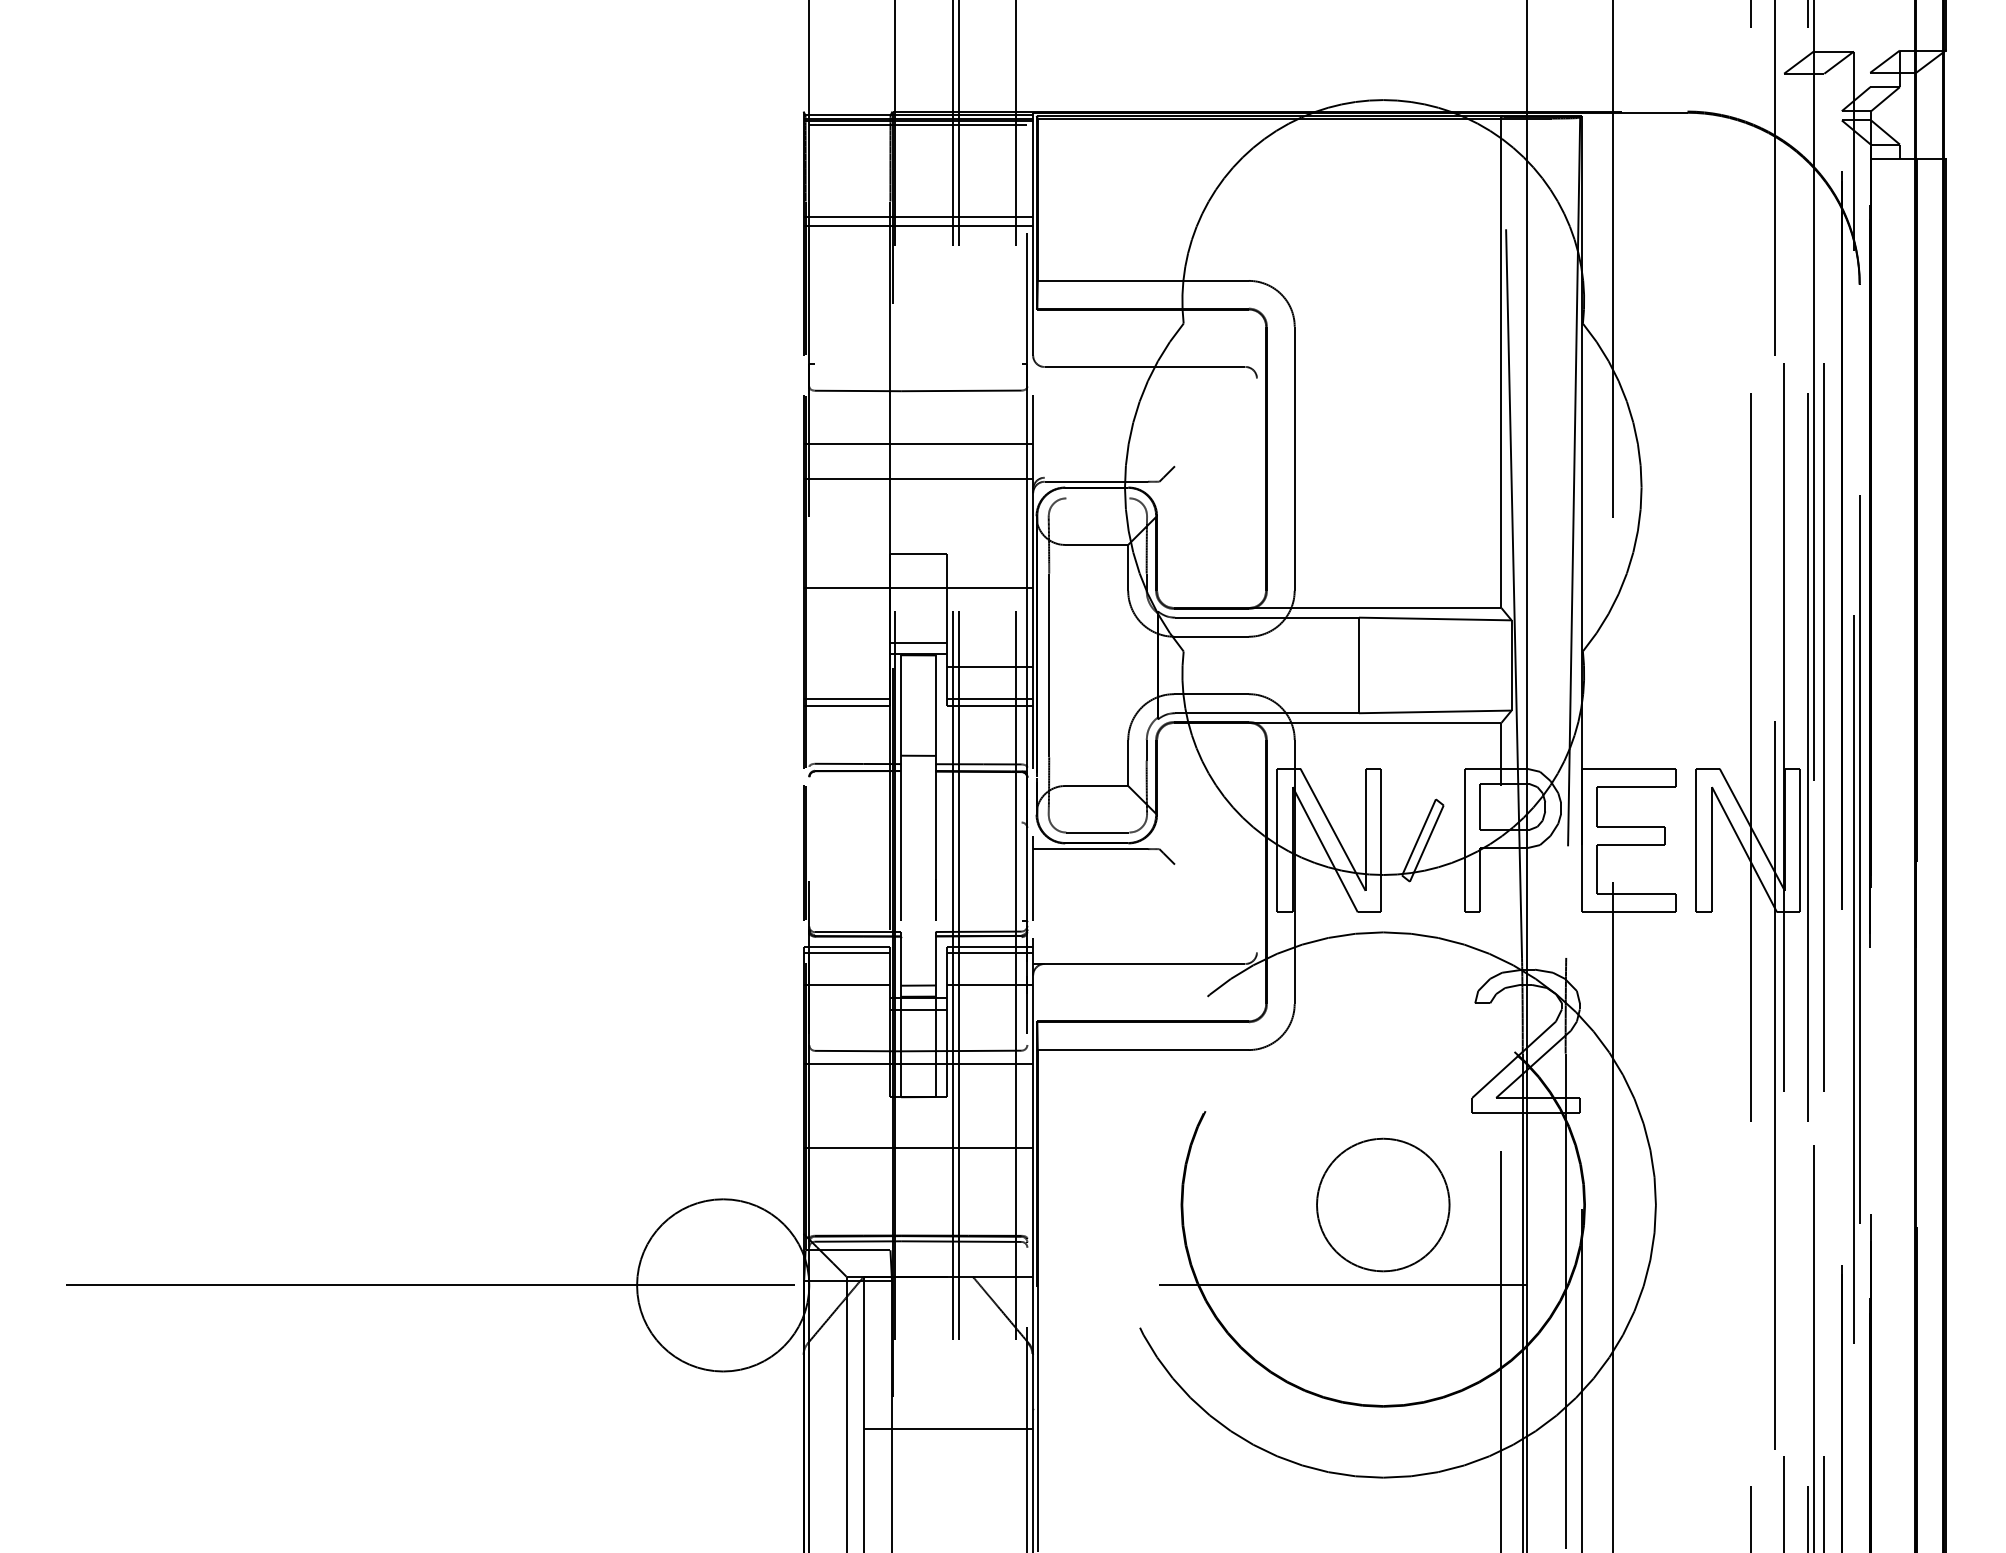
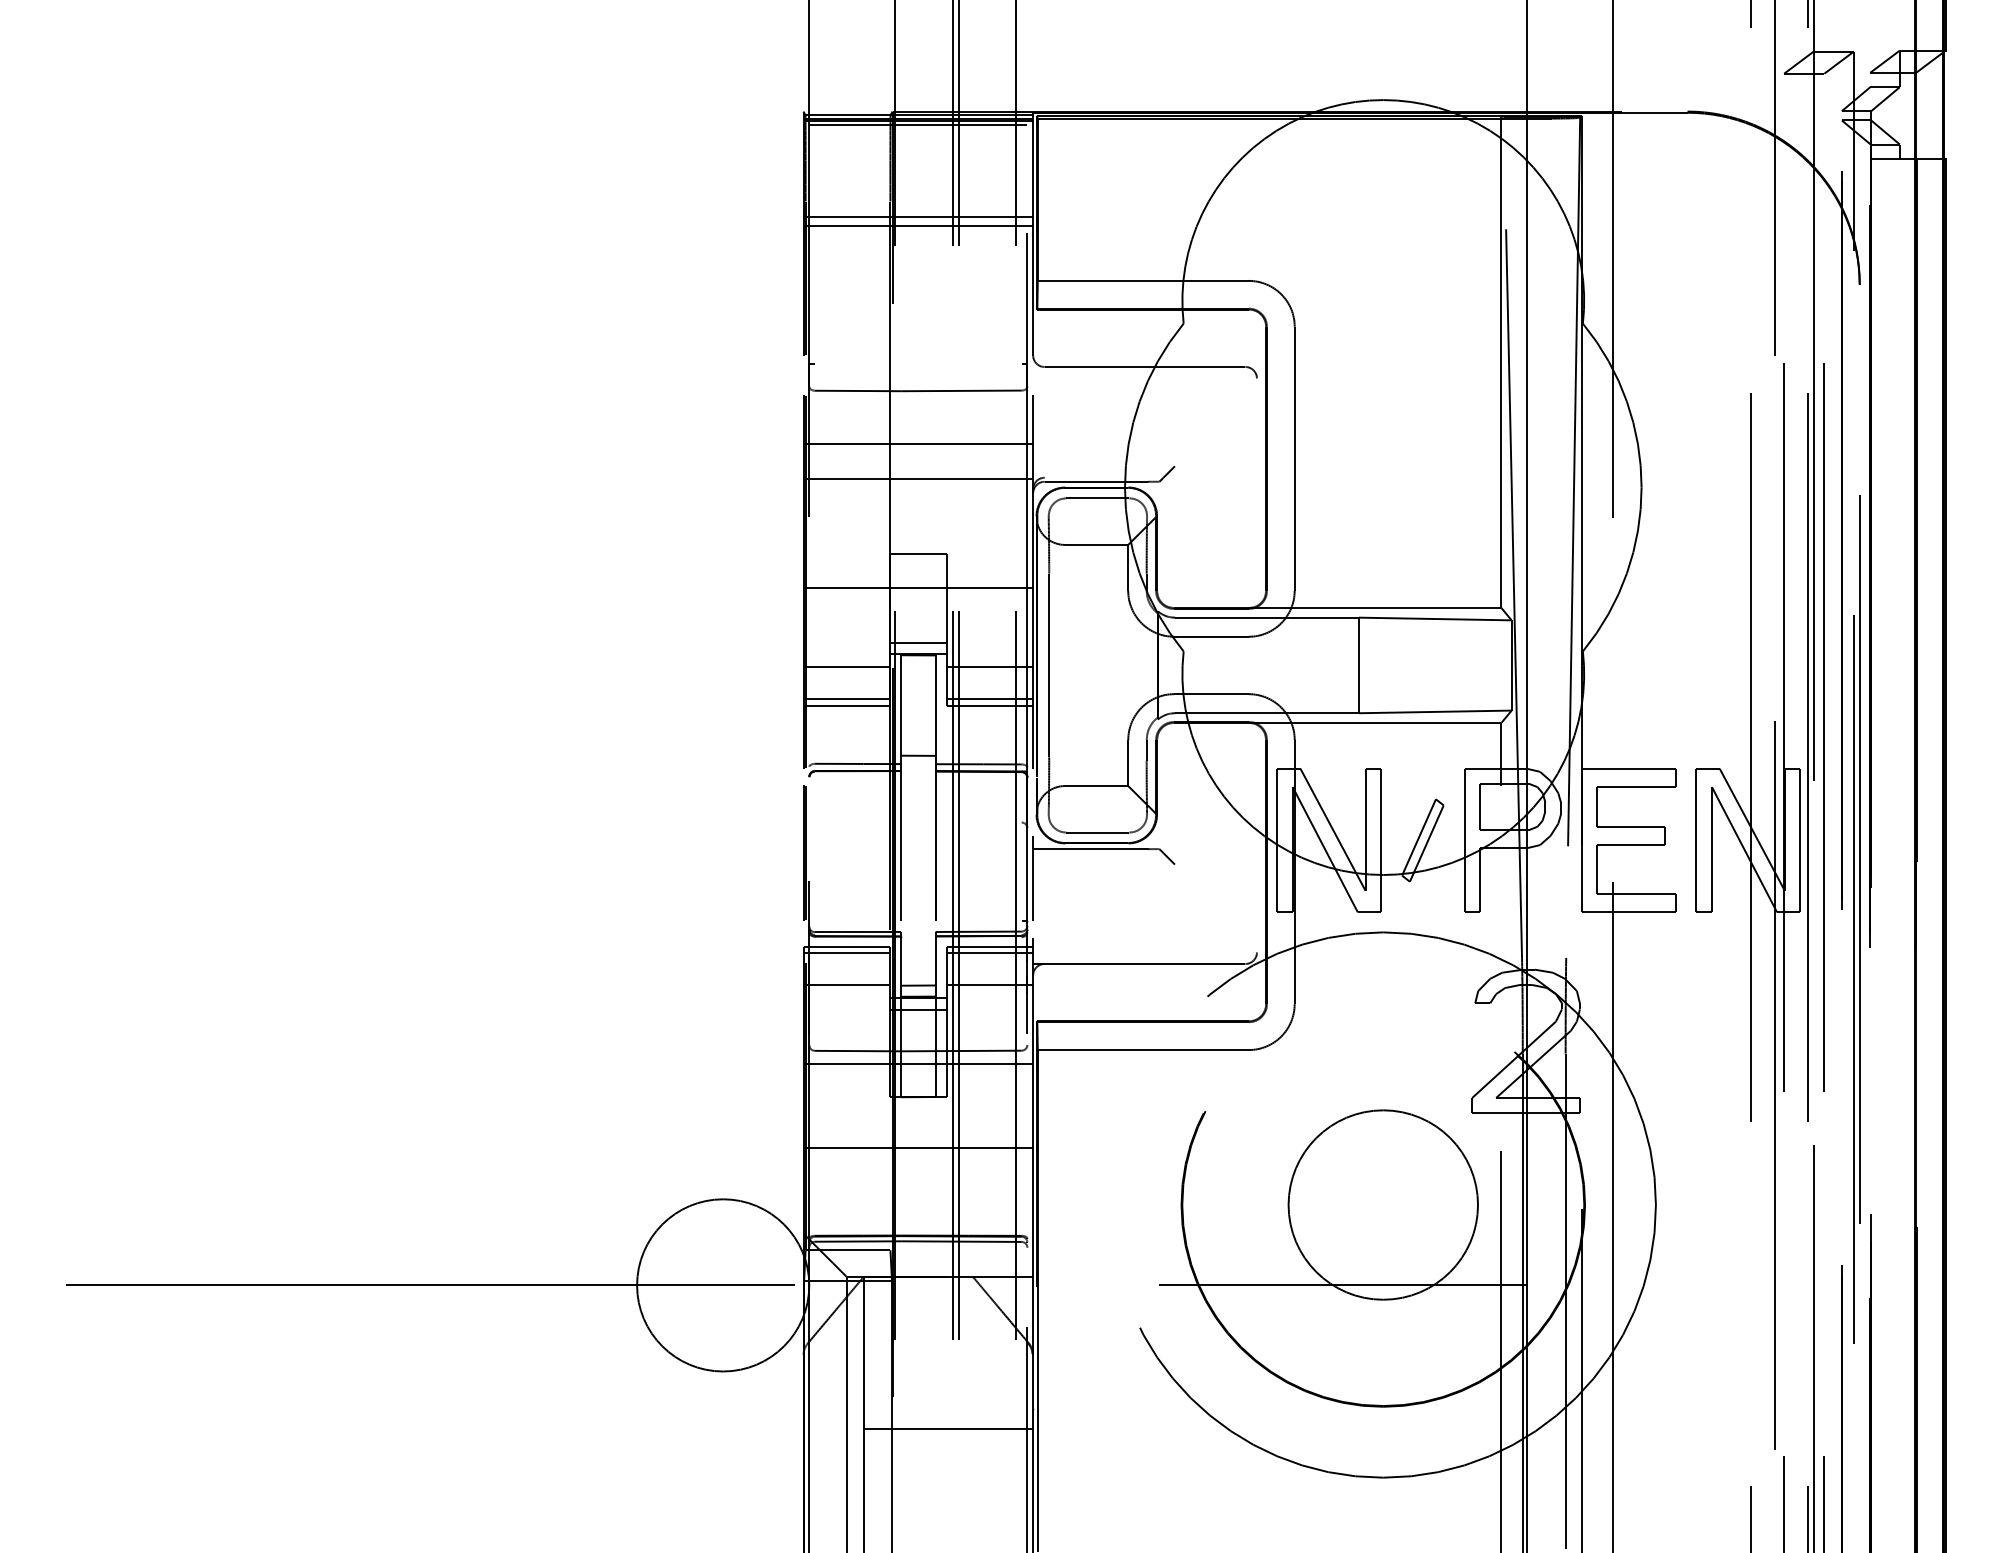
line at (1097, 498): none -> present
line at (846, 667): none -> present
circle at (1382, 1204) diameter: 133 px -> 189 px
